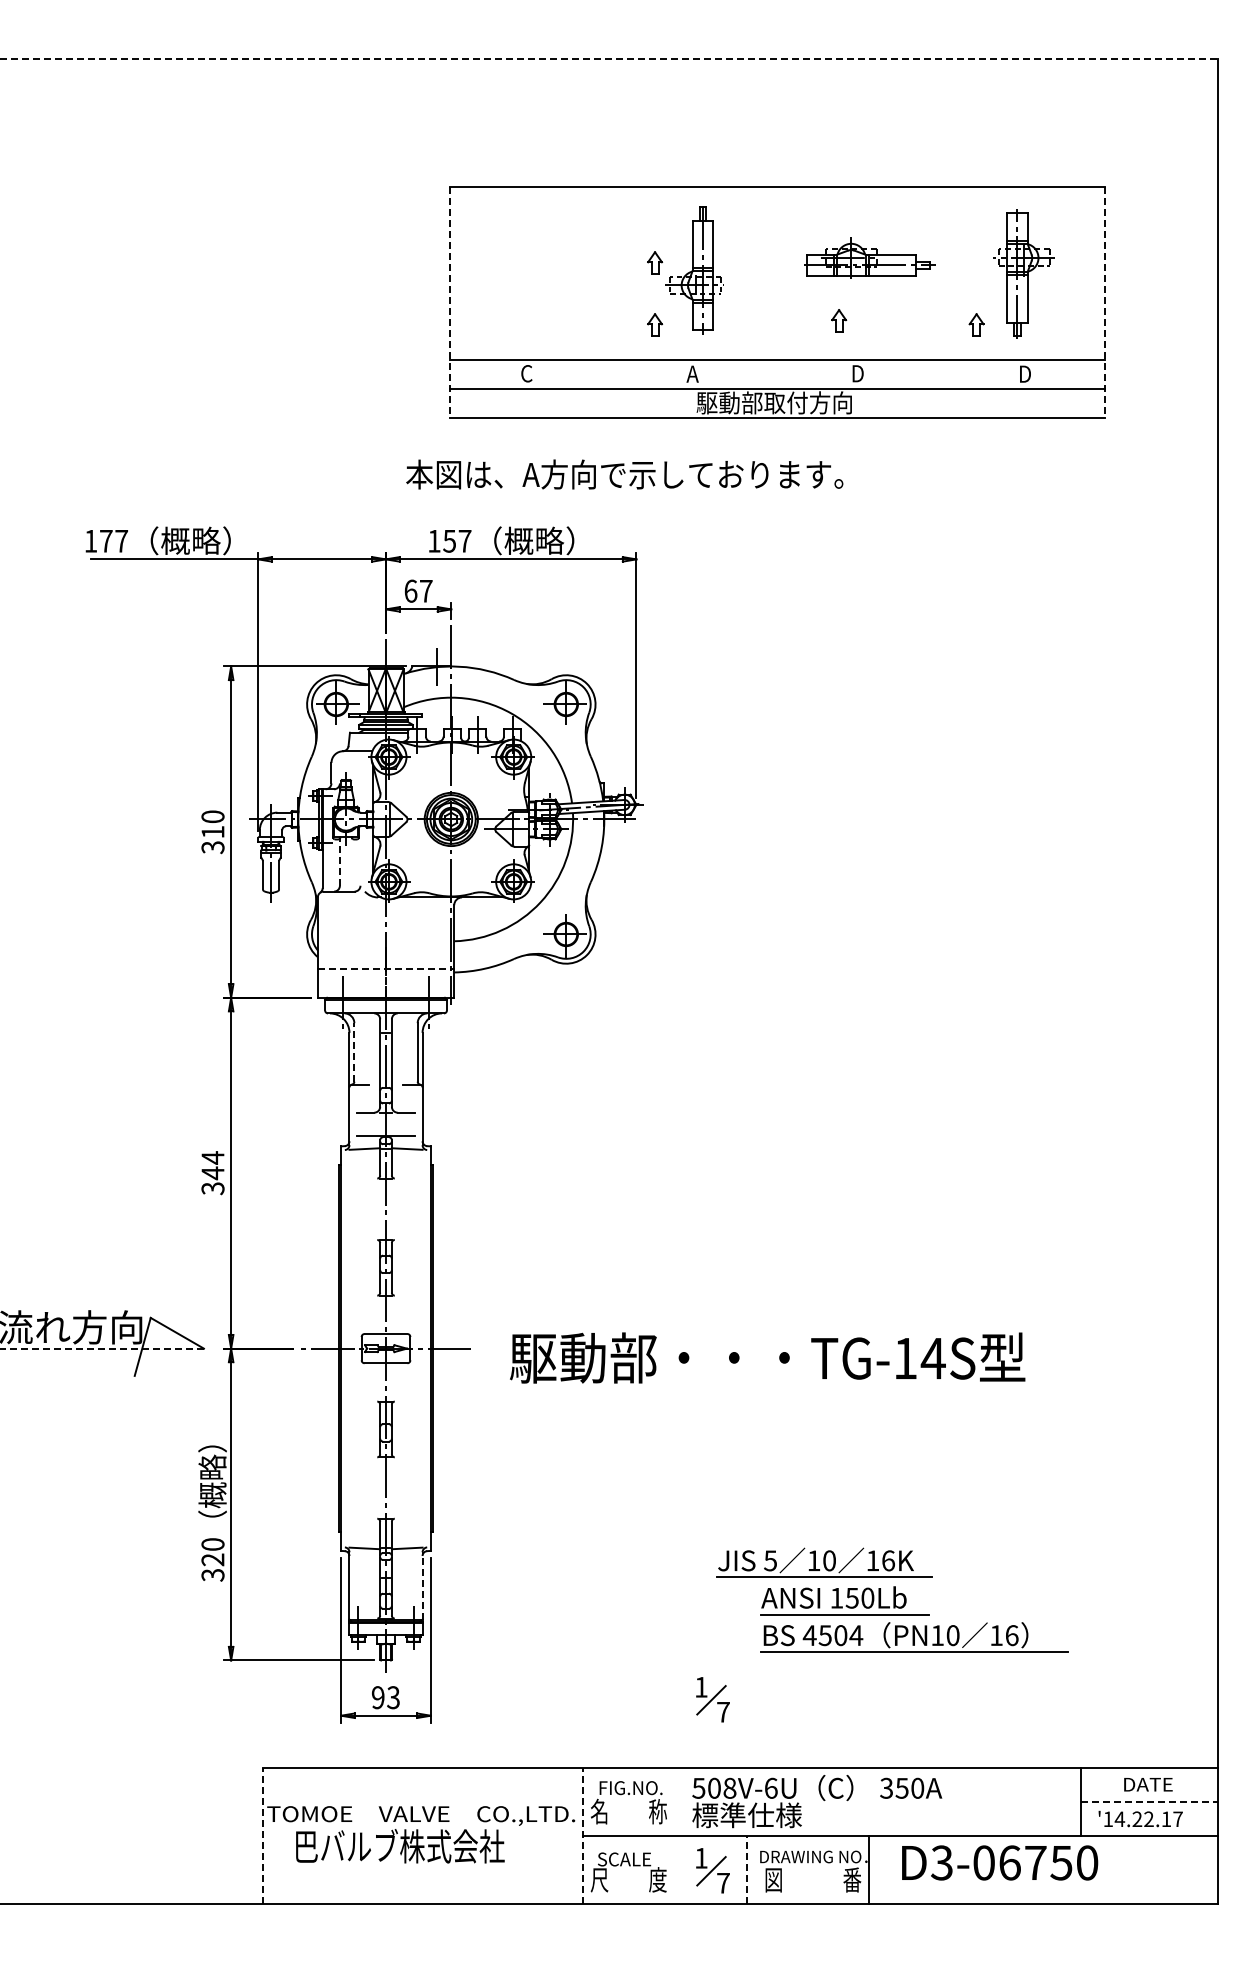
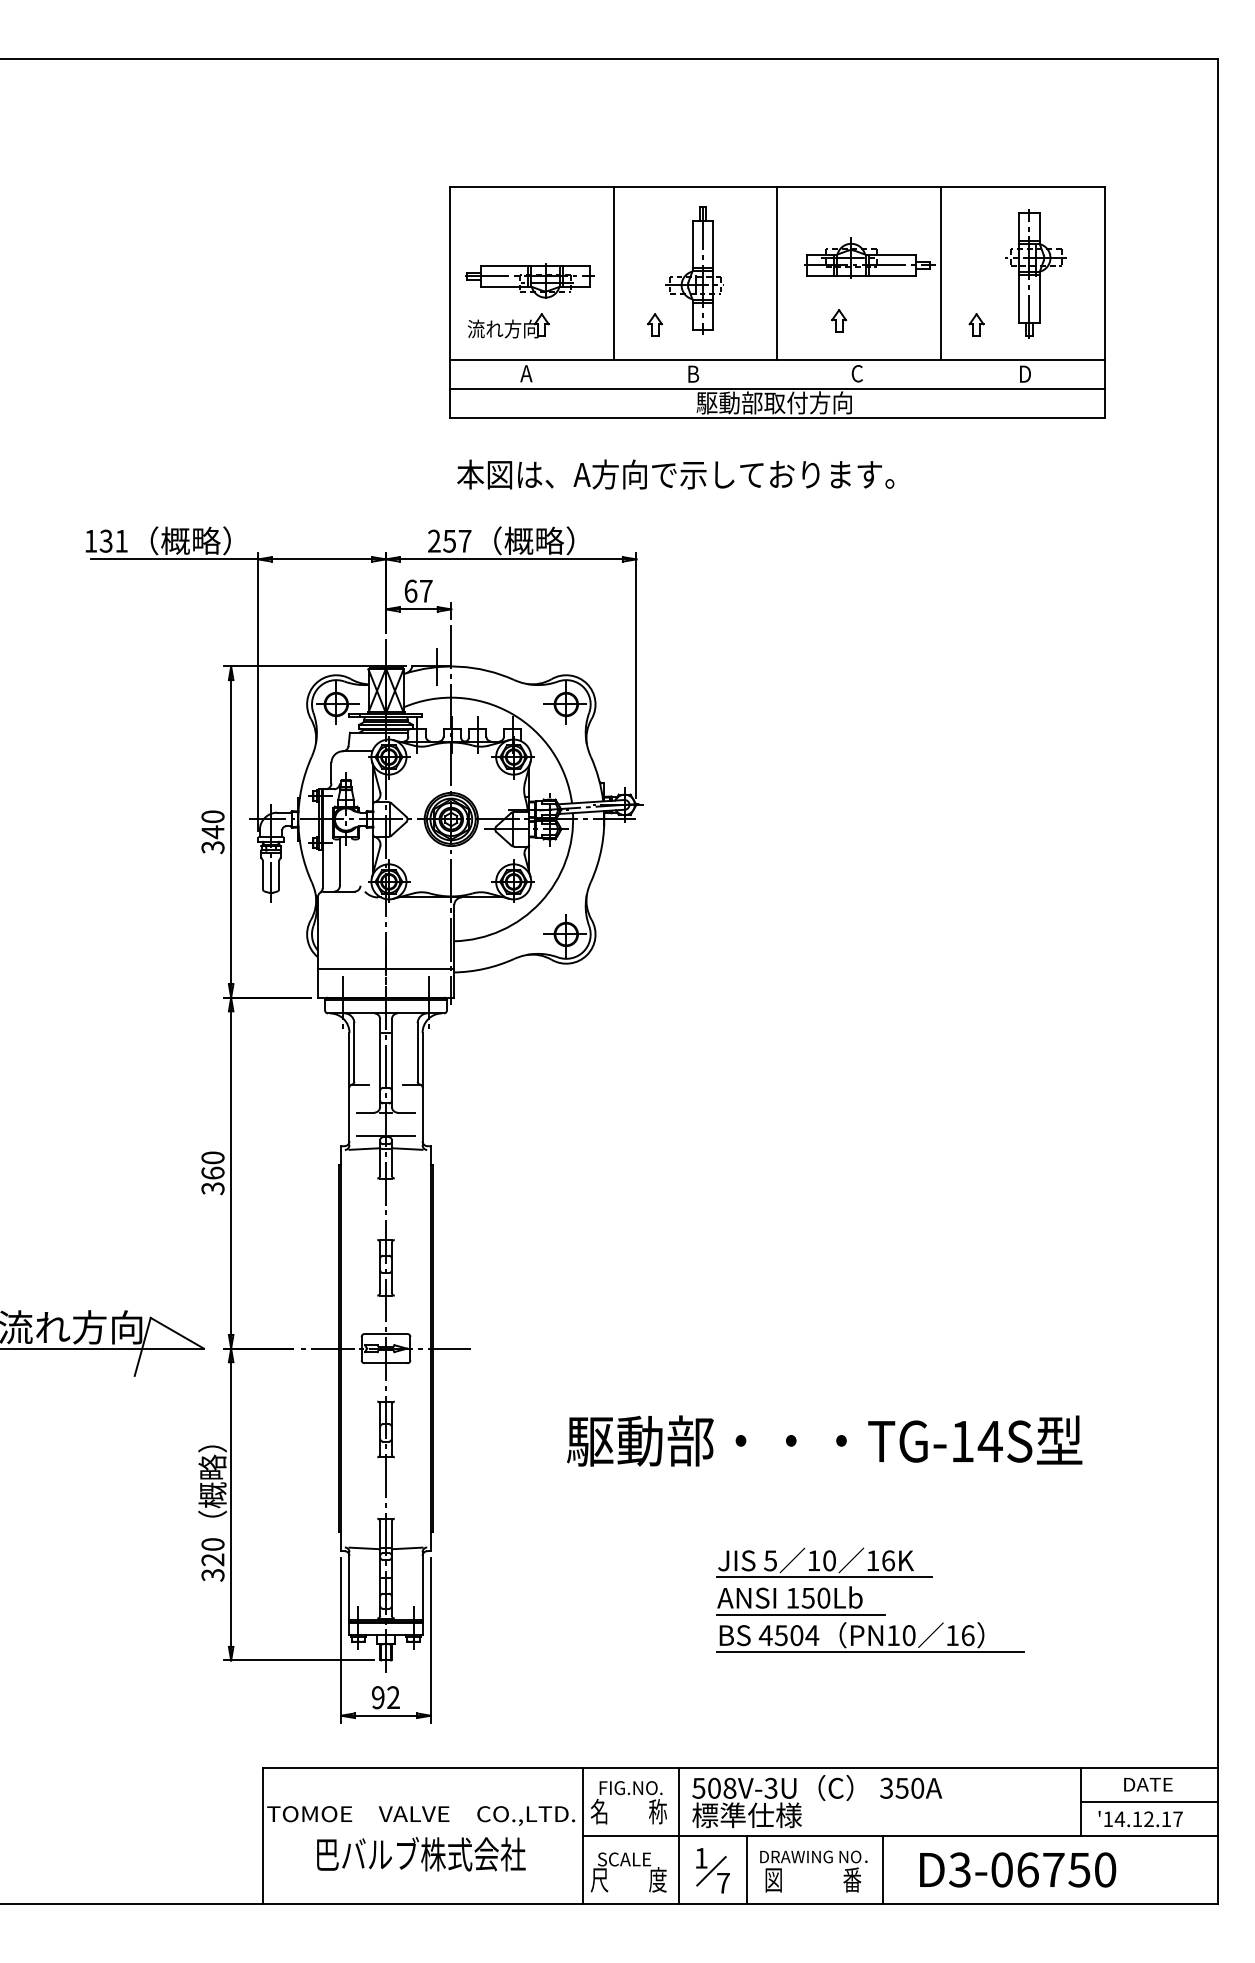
line at (609, 58): dashed -> solid
part at (655, 262): present -> none
line at (613, 273): none -> present
line at (777, 273): none -> present
line at (941, 273): none -> present
part at (1023, 273) position: (1023, 273) -> (1035, 273)
part at (529, 280): none -> present
line at (449, 302): dashed -> solid
line at (1104, 302): dashed -> solid
part at (508, 325): none -> present
text at (526, 373): C -> A
text at (692, 373): A -> B
text at (857, 373): D -> C
text at (624, 474) position: (624, 474) -> (675, 474)
text at (113, 540): 177 -> 131
text at (434, 540): 157 -> 257
text at (212, 832): 310 -> 340
line at (339, 861): dashed -> solid
line at (386, 968): dashed -> solid
line at (354, 1051): dashed -> solid
text at (212, 1165): 344 -> 360
line at (102, 1348): dashed -> solid
text at (767, 1357) position: (767, 1357) -> (824, 1440)
line at (422, 1585): dashed -> solid
part at (914, 1619) position: (914, 1619) -> (870, 1619)
text at (393, 1697): 93 -> 92
part at (712, 1699): present -> none
text at (770, 1787): 508V-6U -> 508V-3U
line at (1149, 1801): dashed -> solid
text at (1137, 1818): '14.22.17 -> '14.12.17
line at (262, 1835): dashed -> solid
line at (583, 1835): dashed -> solid
line at (678, 1835): none -> present
text at (400, 1846) position: (400, 1846) -> (421, 1854)
text at (1000, 1862) position: (1000, 1862) -> (1018, 1869)
line at (746, 1869): dashed -> solid
line at (869, 1869) position: (869, 1869) -> (883, 1869)
